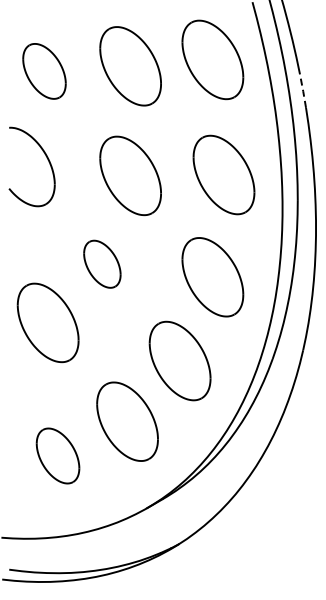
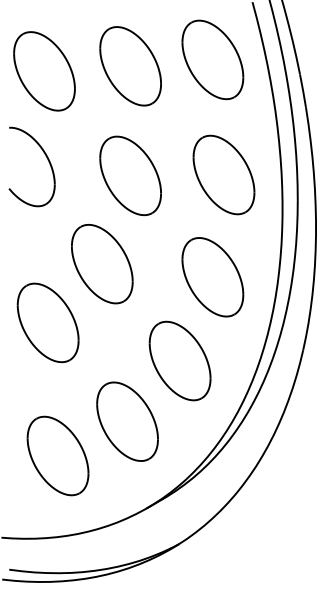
part at (44, 71) size: 45x57 px -> 63x81 px
line at (303, 91): dashed -> solid
part at (102, 263) size: 39x50 px -> 63x81 px
part at (57, 455) size: 46x58 px -> 64x82 px
